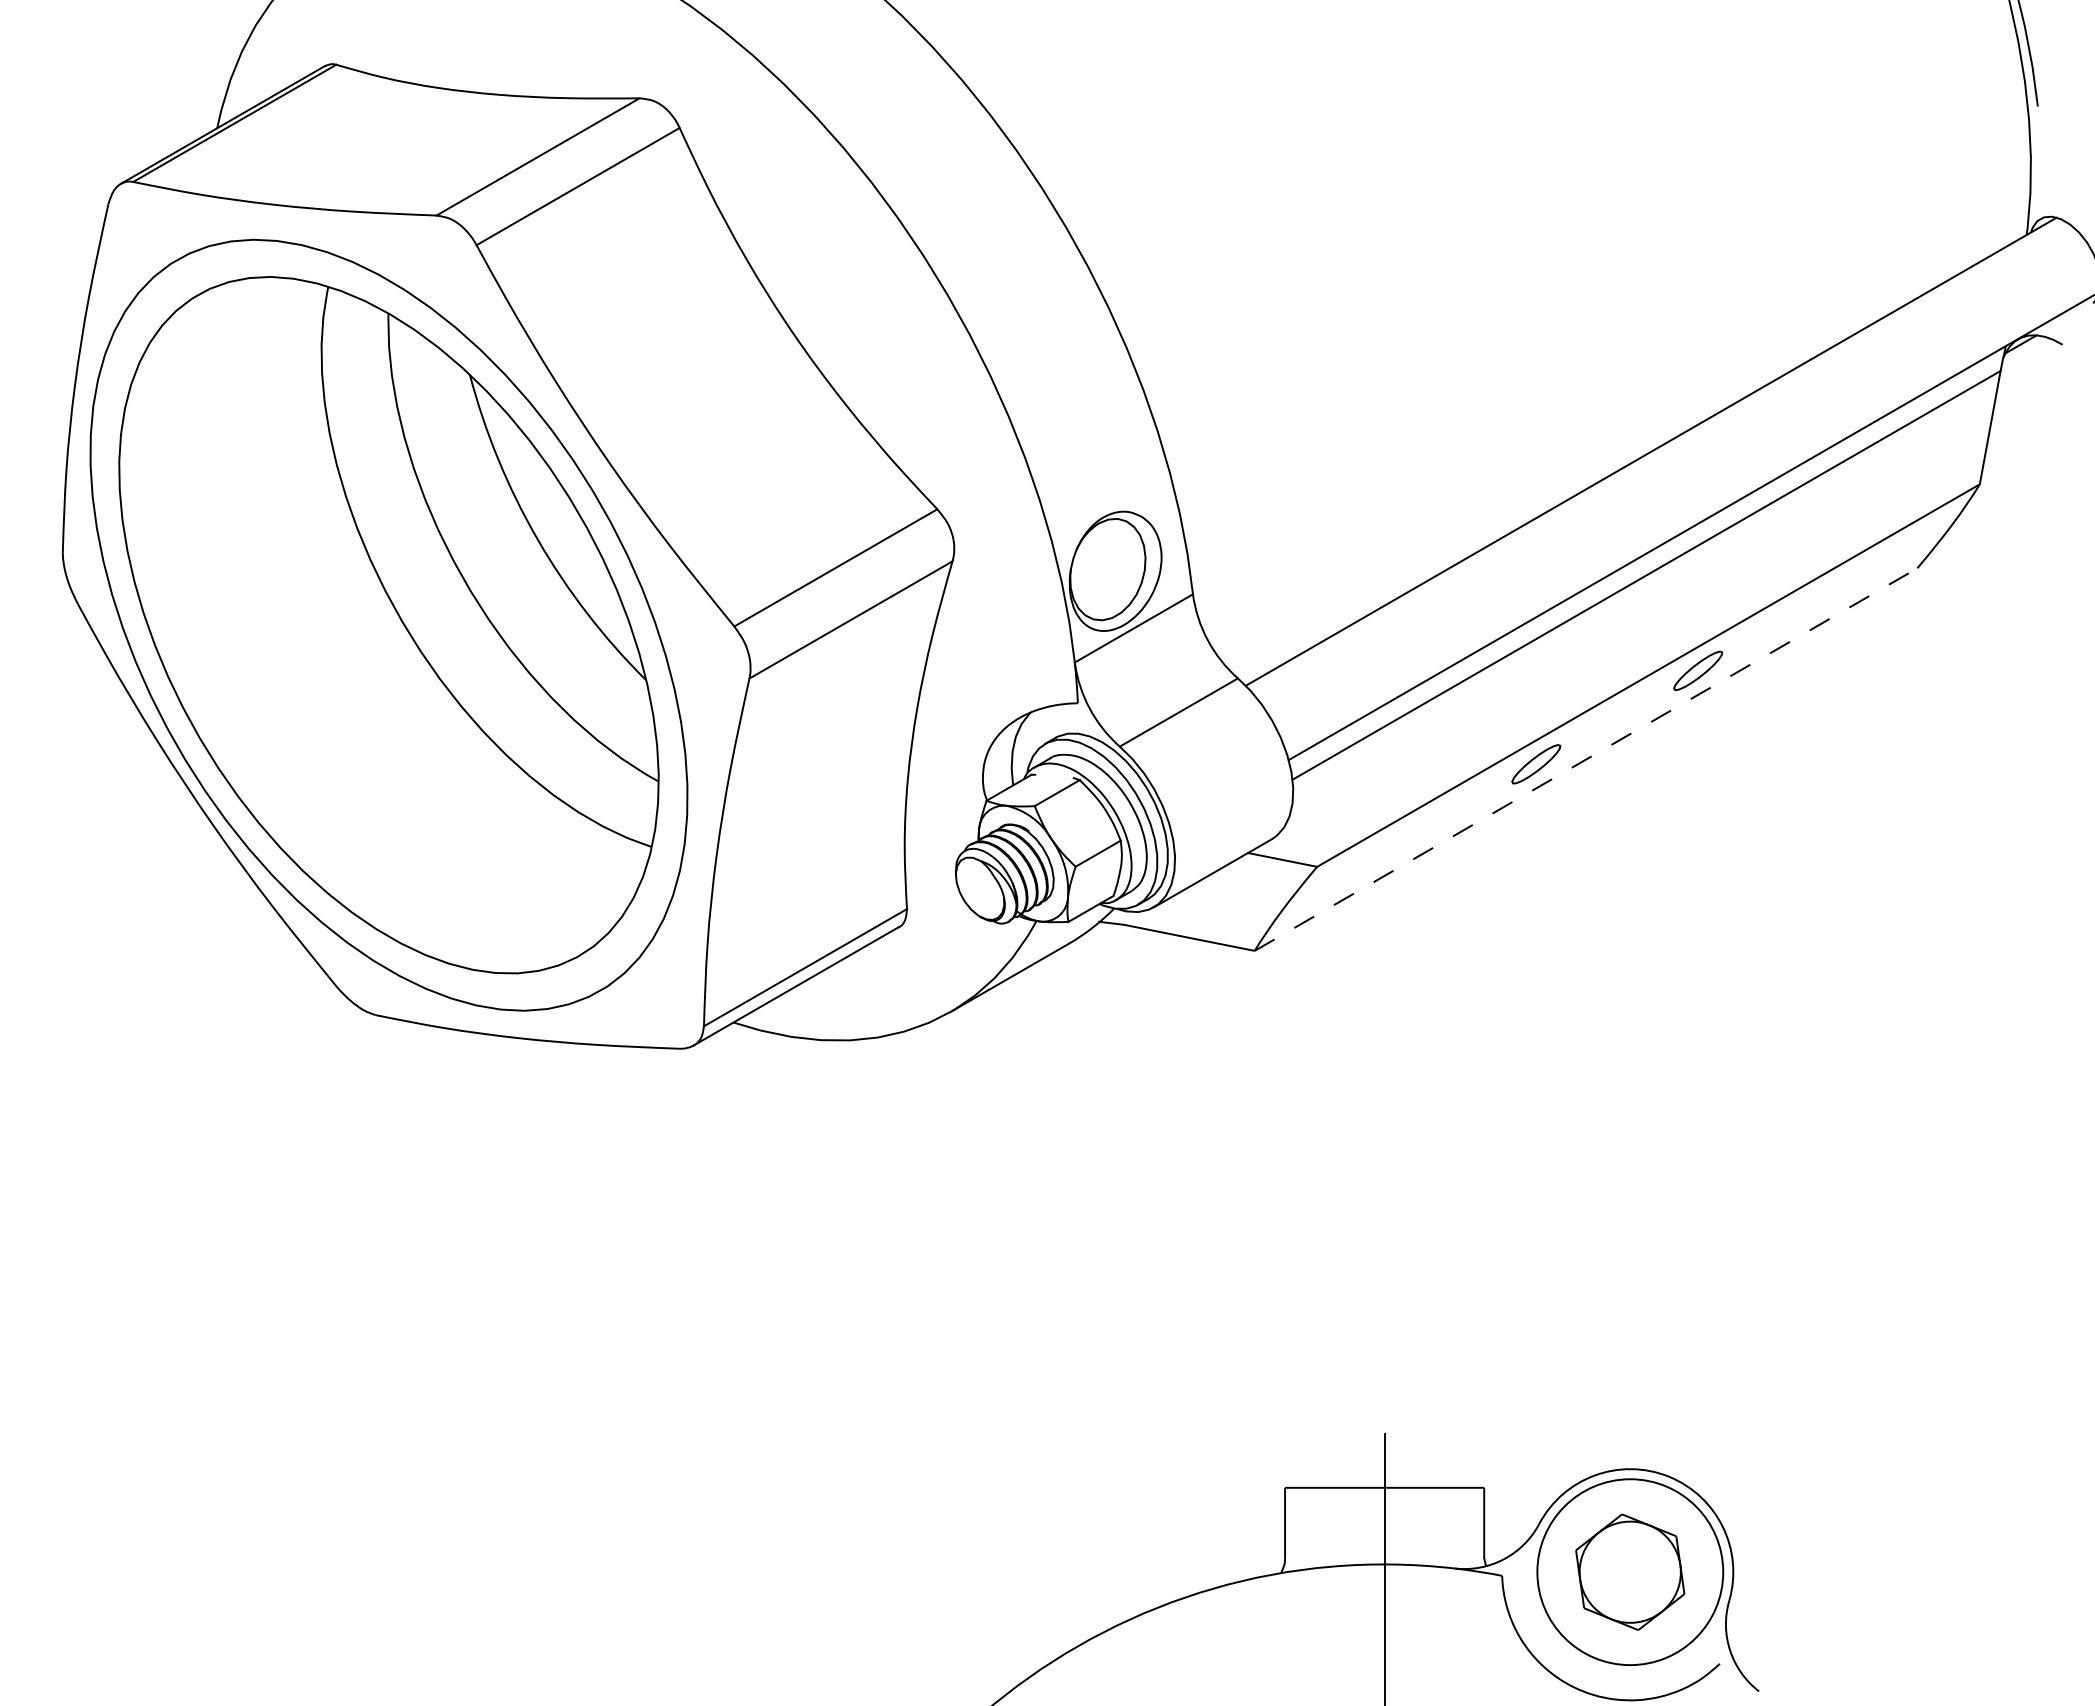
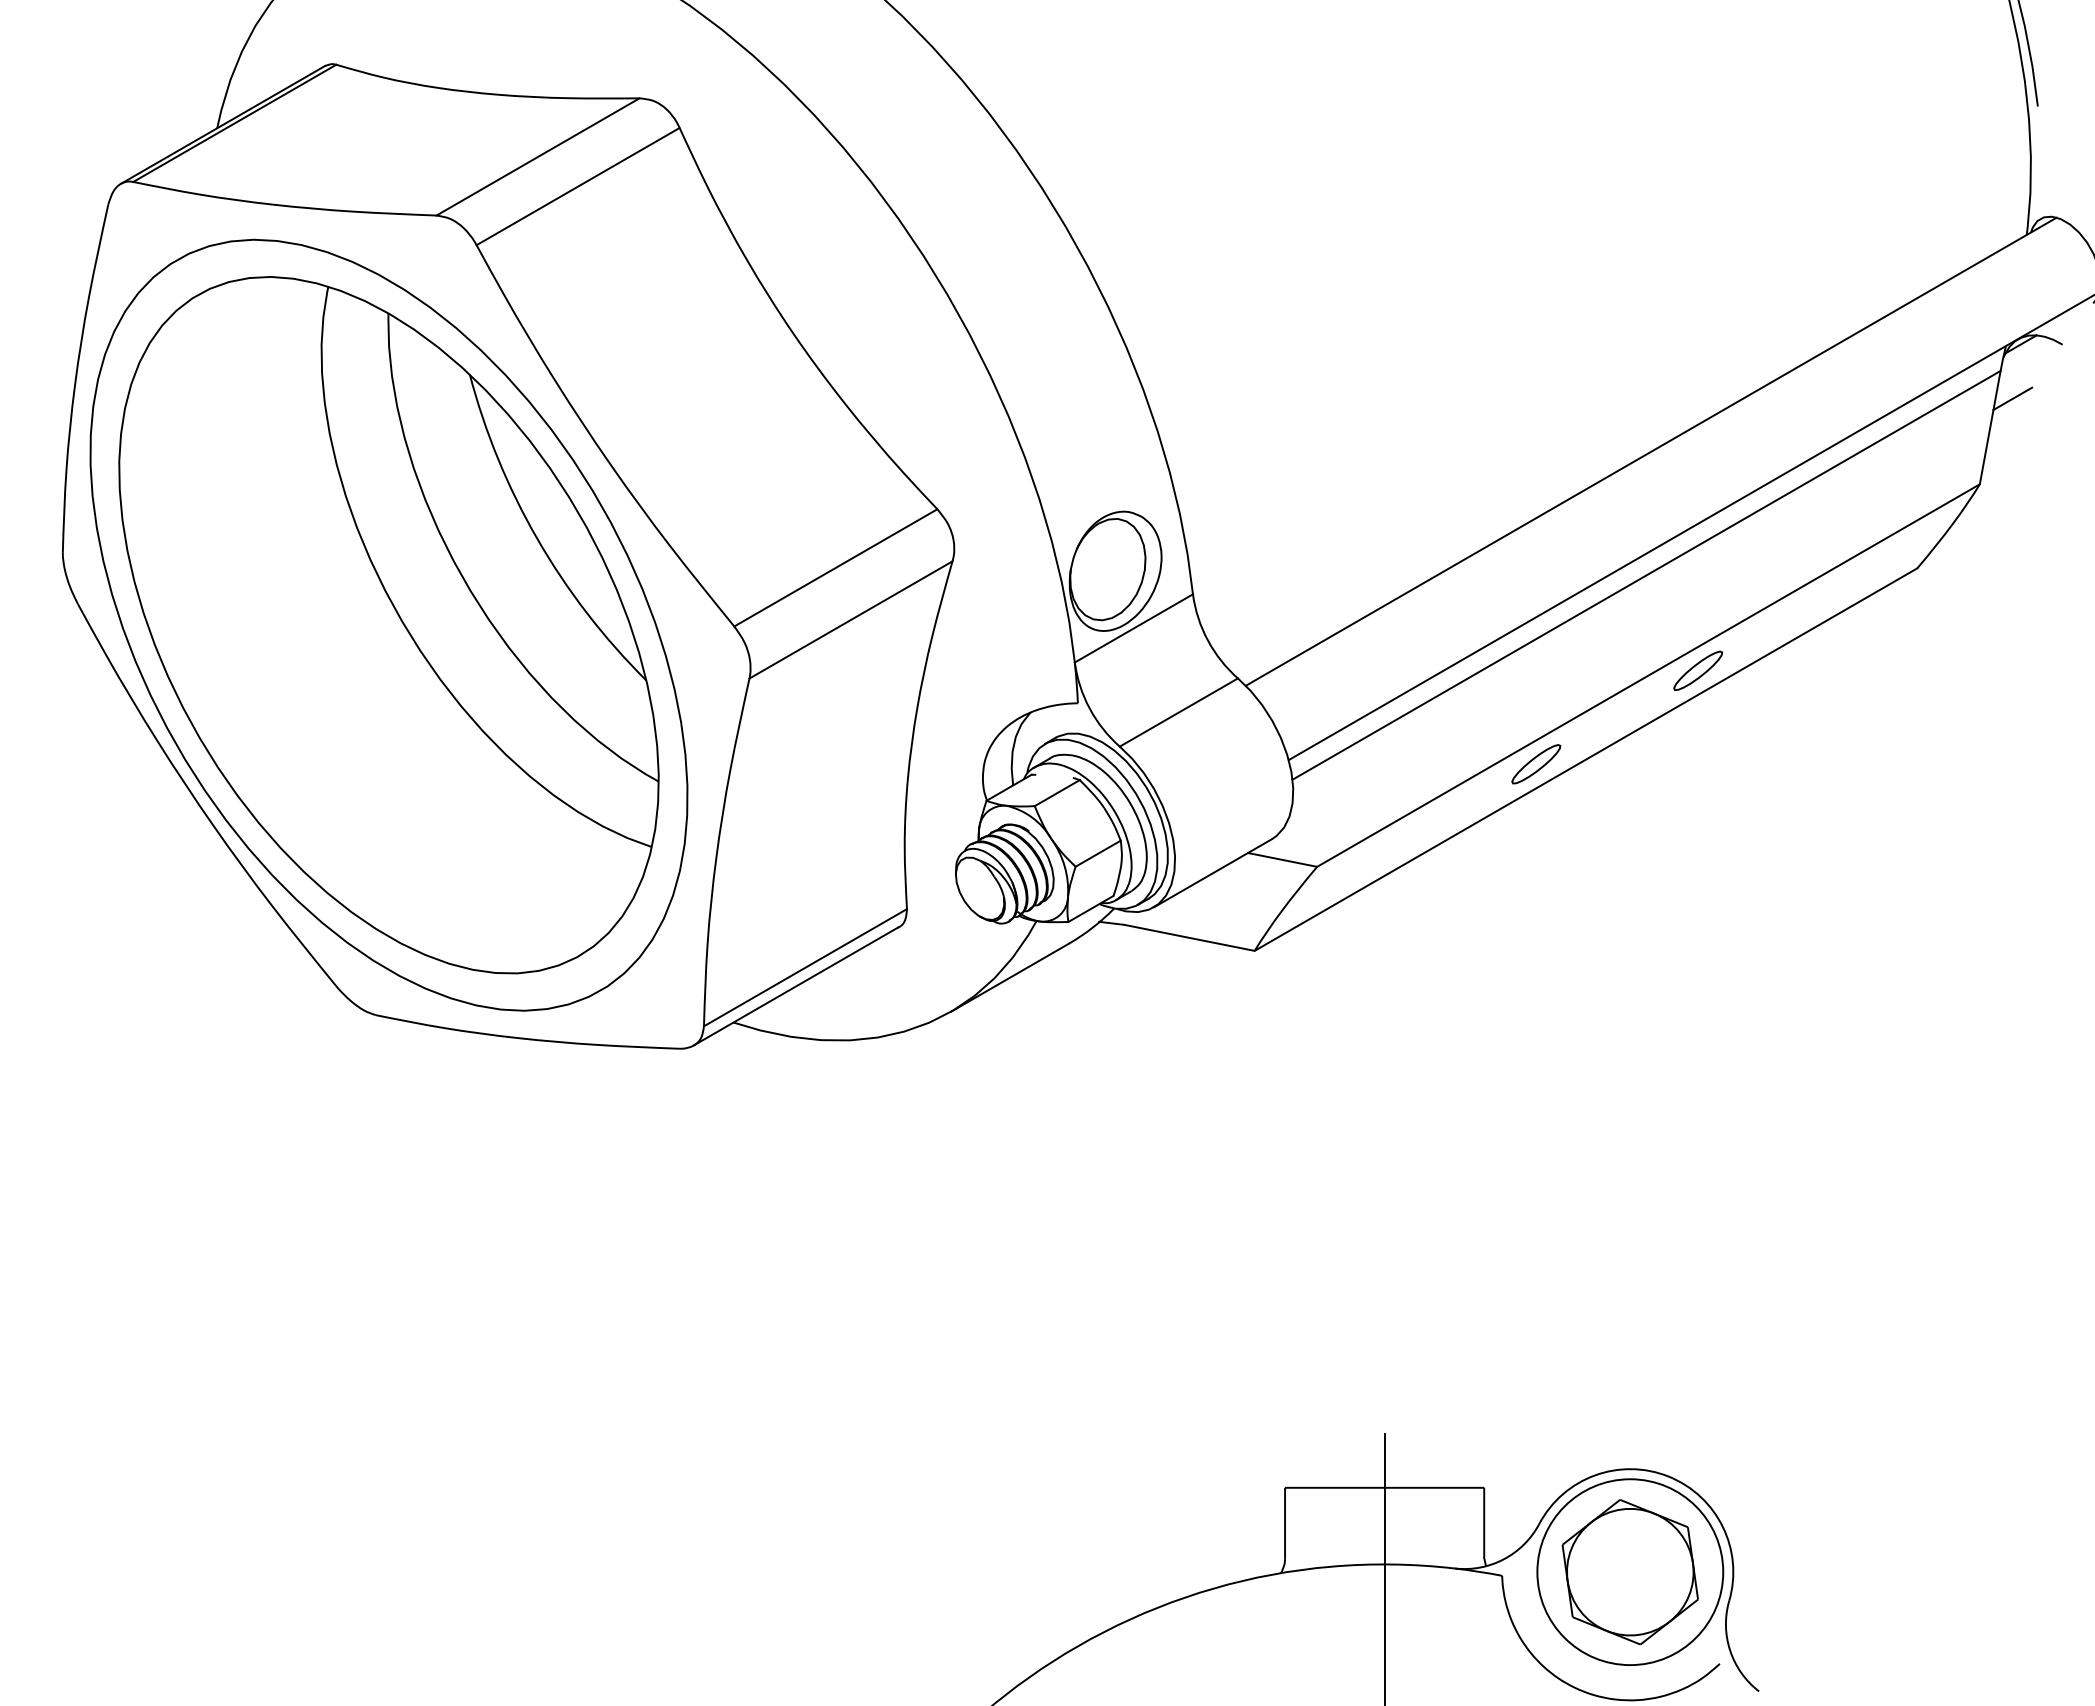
line at (2012, 398): none -> present
line at (1586, 759): dashed -> solid
part at (1630, 1571) size: 111x118 px -> 138x147 px
